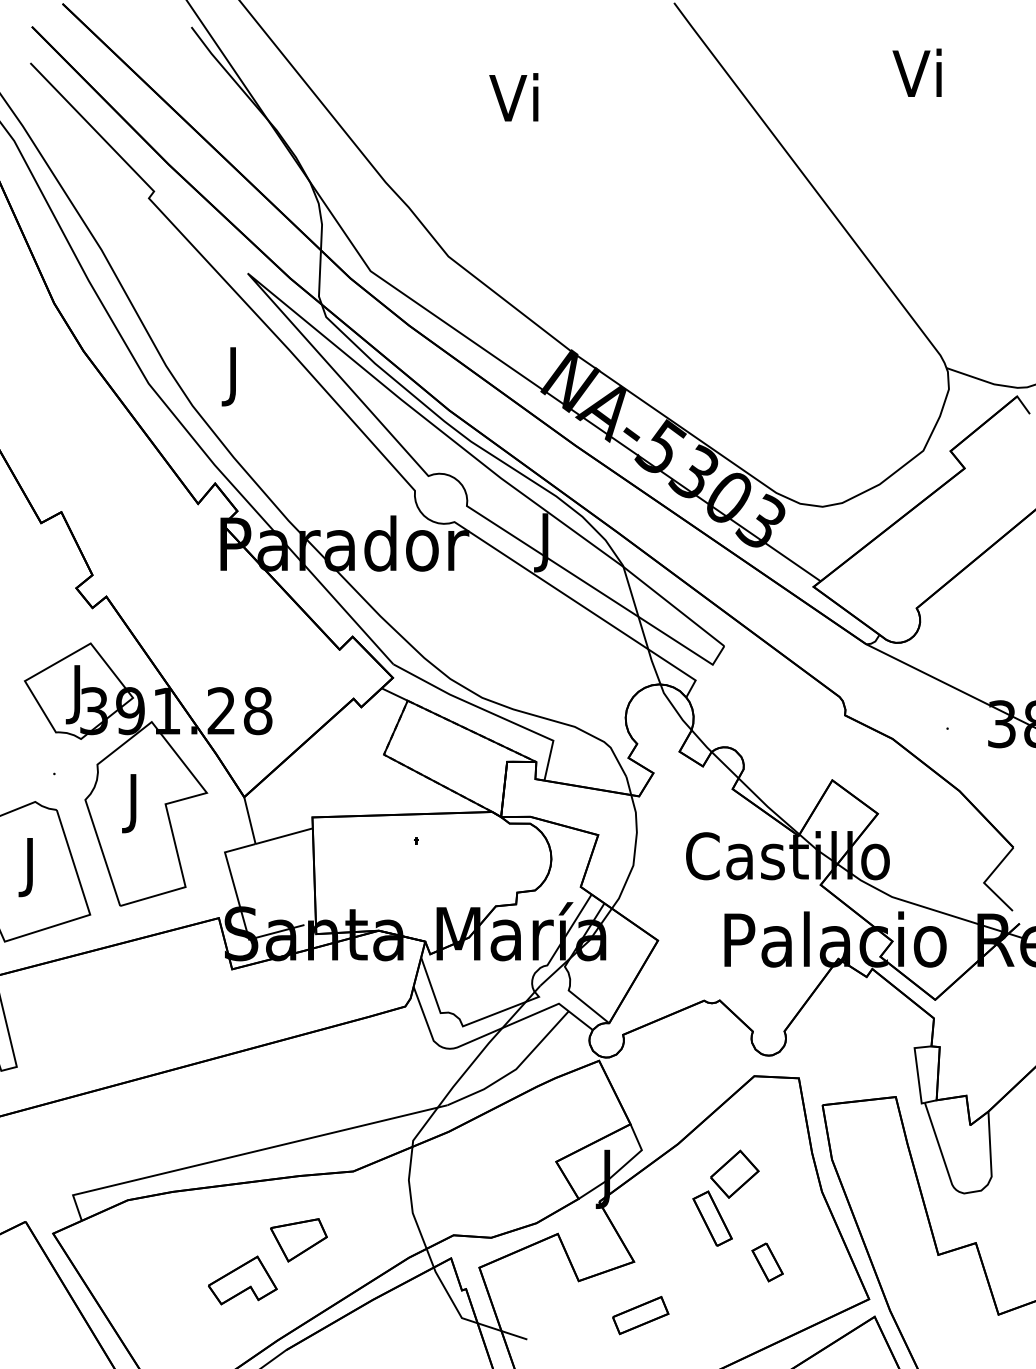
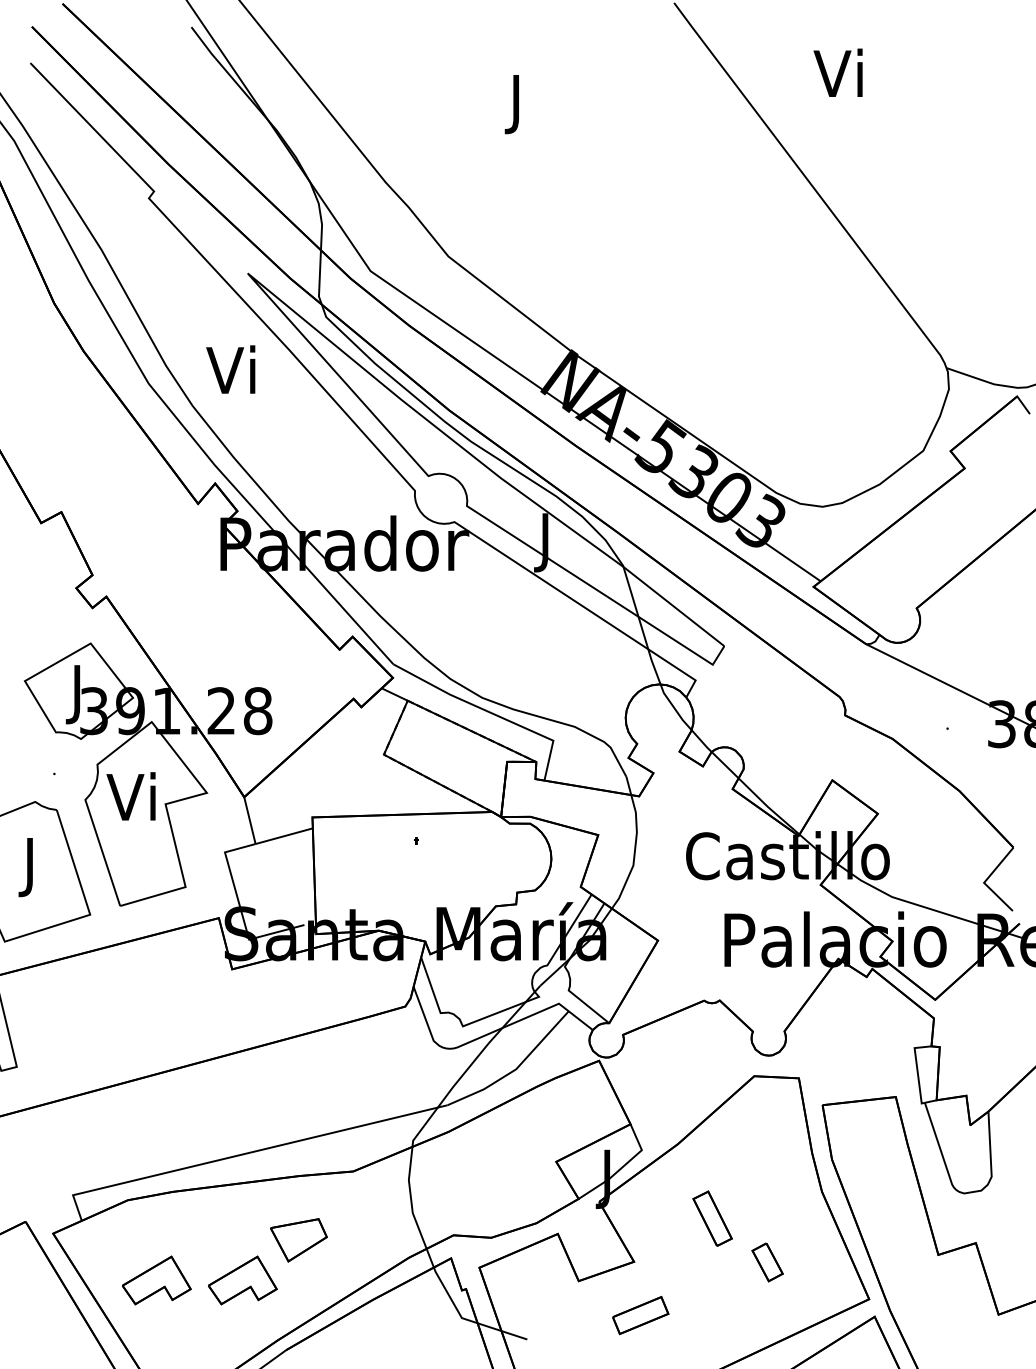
text at (916, 72) position: (916, 72) -> (837, 72)
text at (513, 103): Vi -> J
text at (230, 375): J -> Vi
text at (130, 802): J -> Vi
part at (734, 1173): present -> none
part at (156, 1280): none -> present
